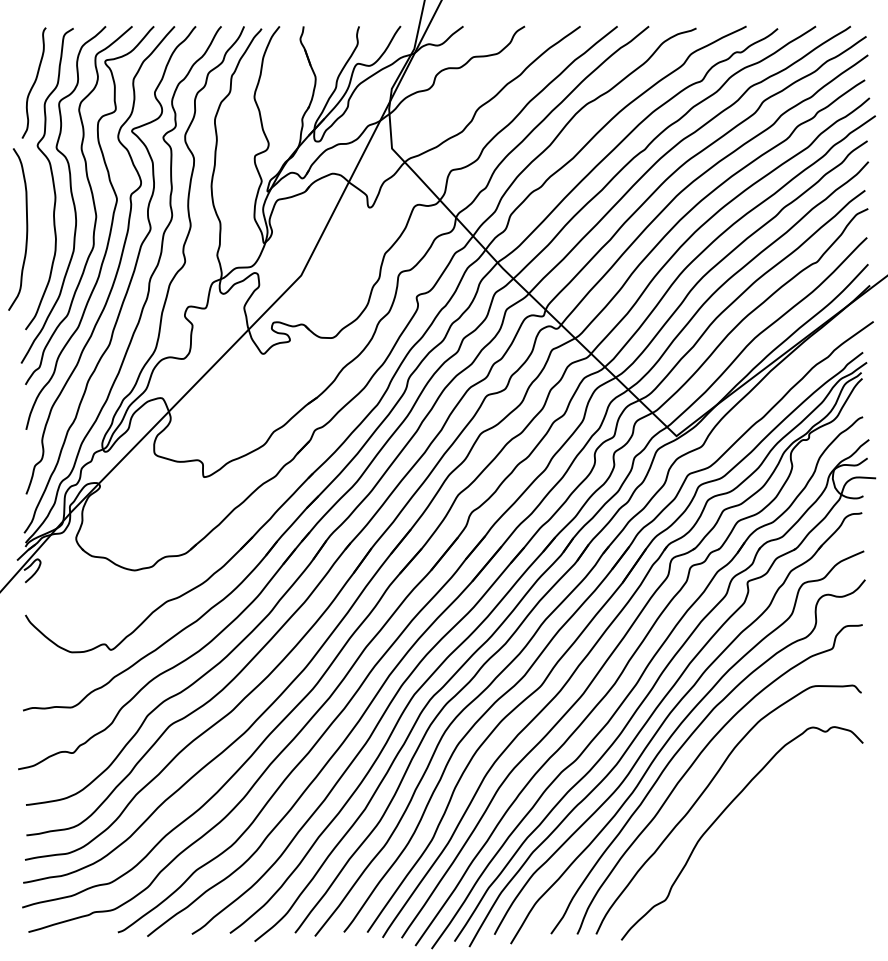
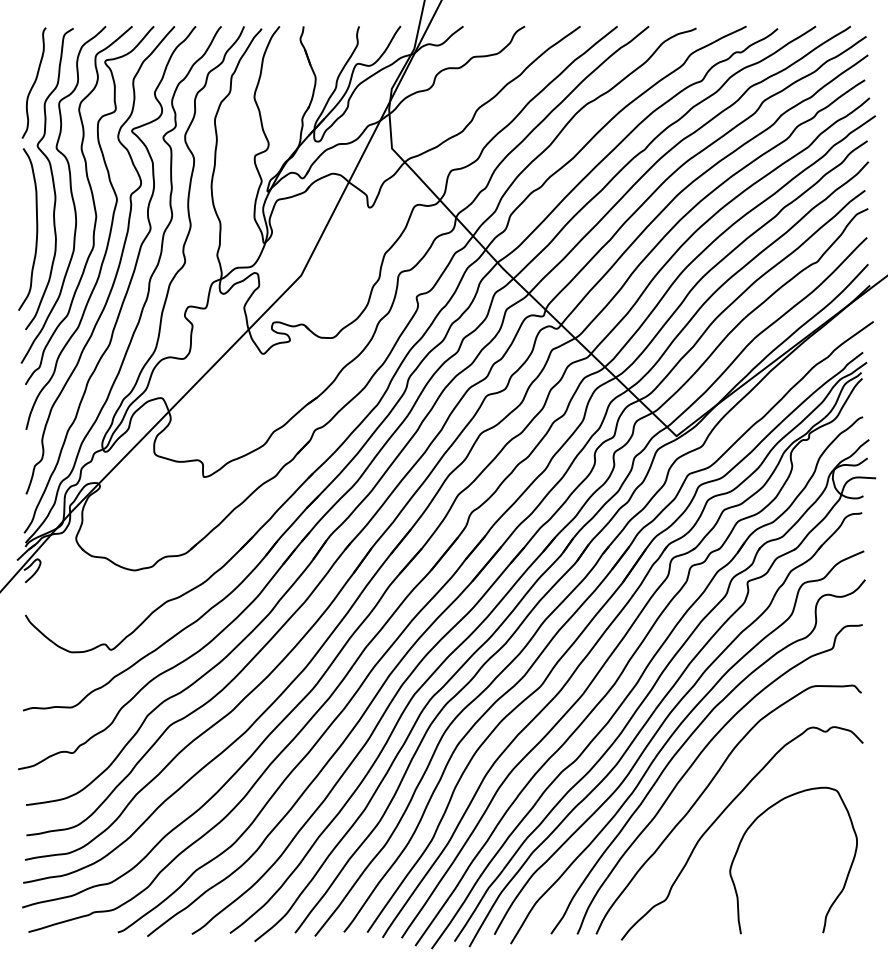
curve at (26, 229) position: (26, 229) -> (36, 229)
curve at (751, 826): none -> present
